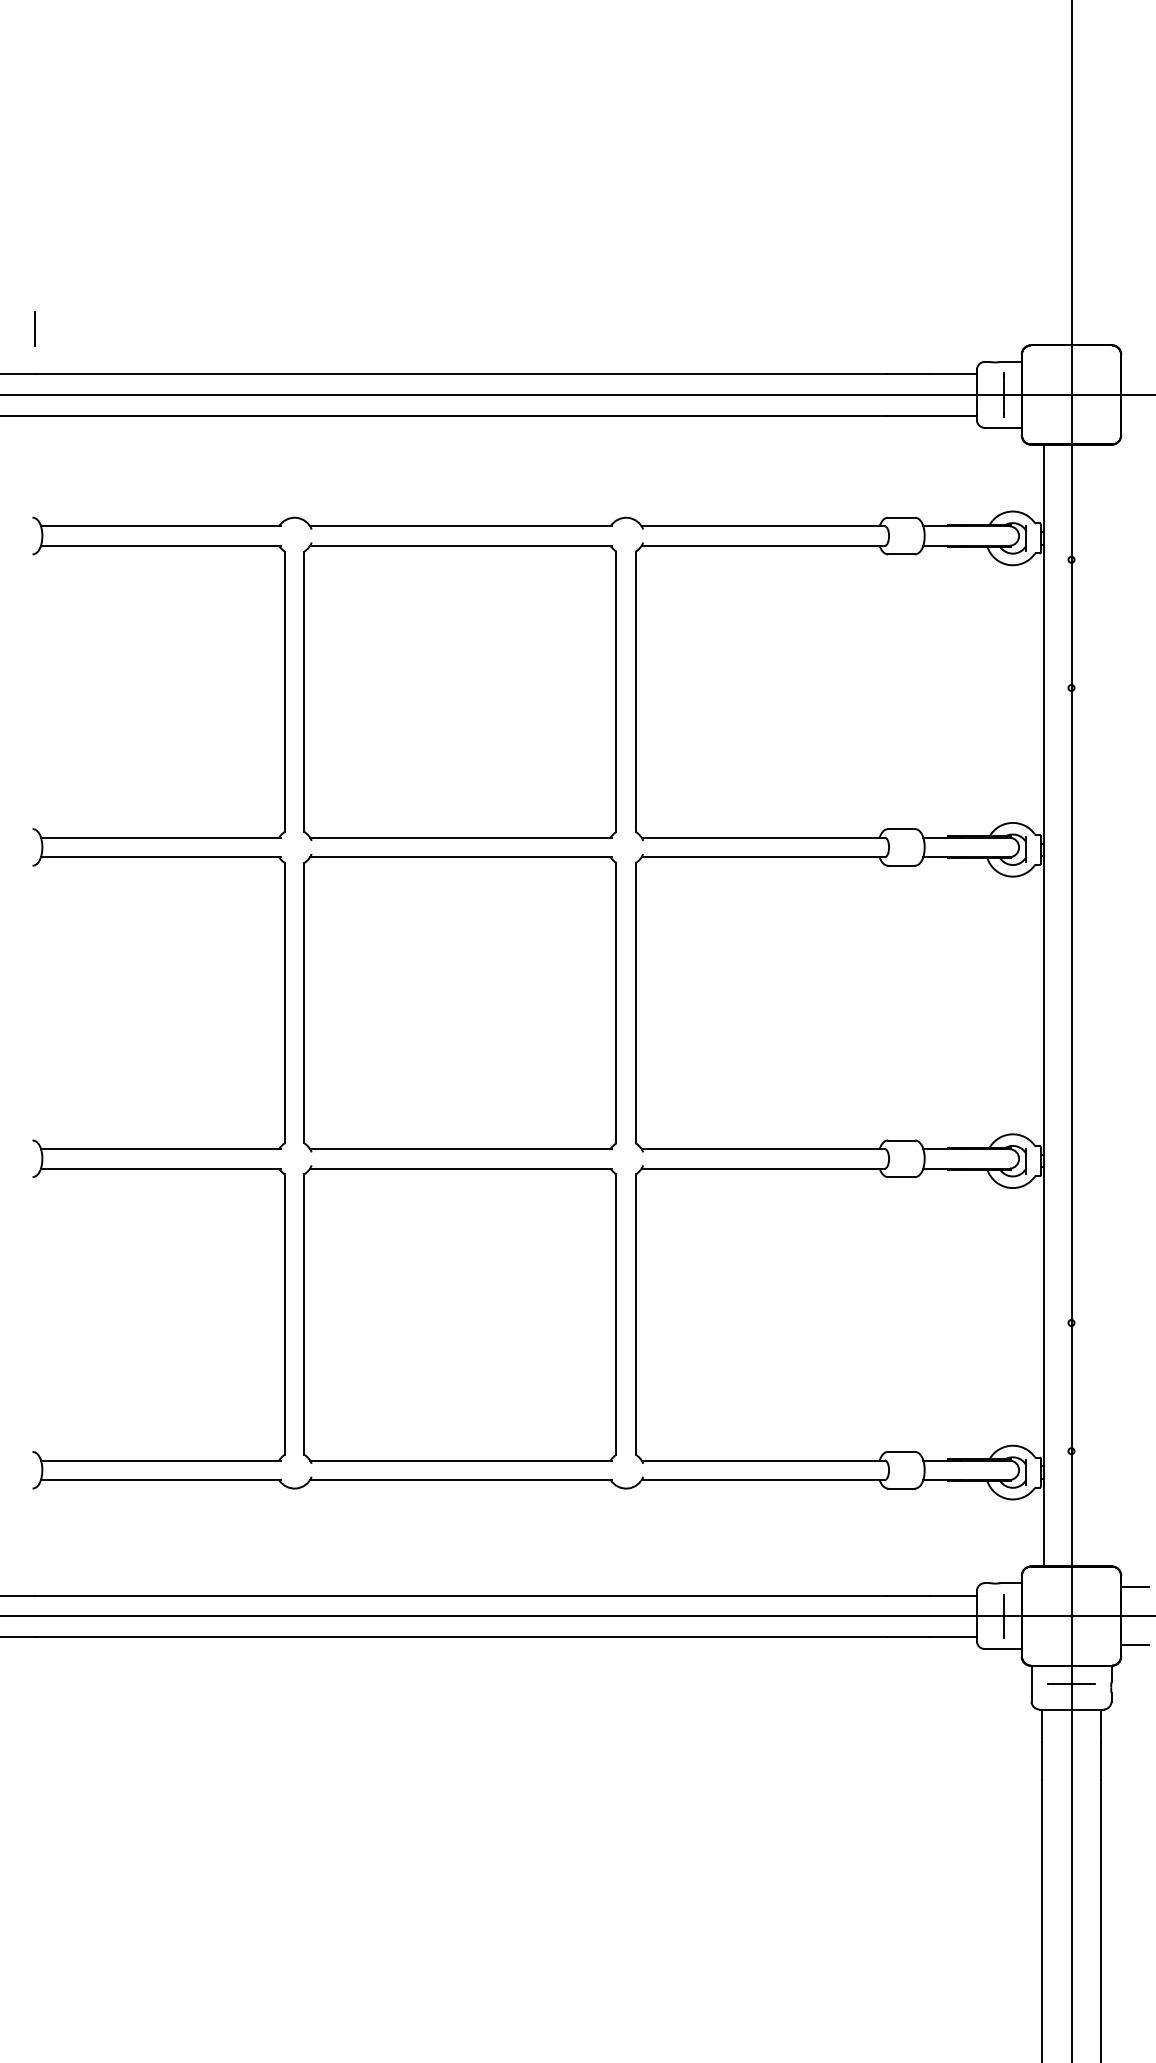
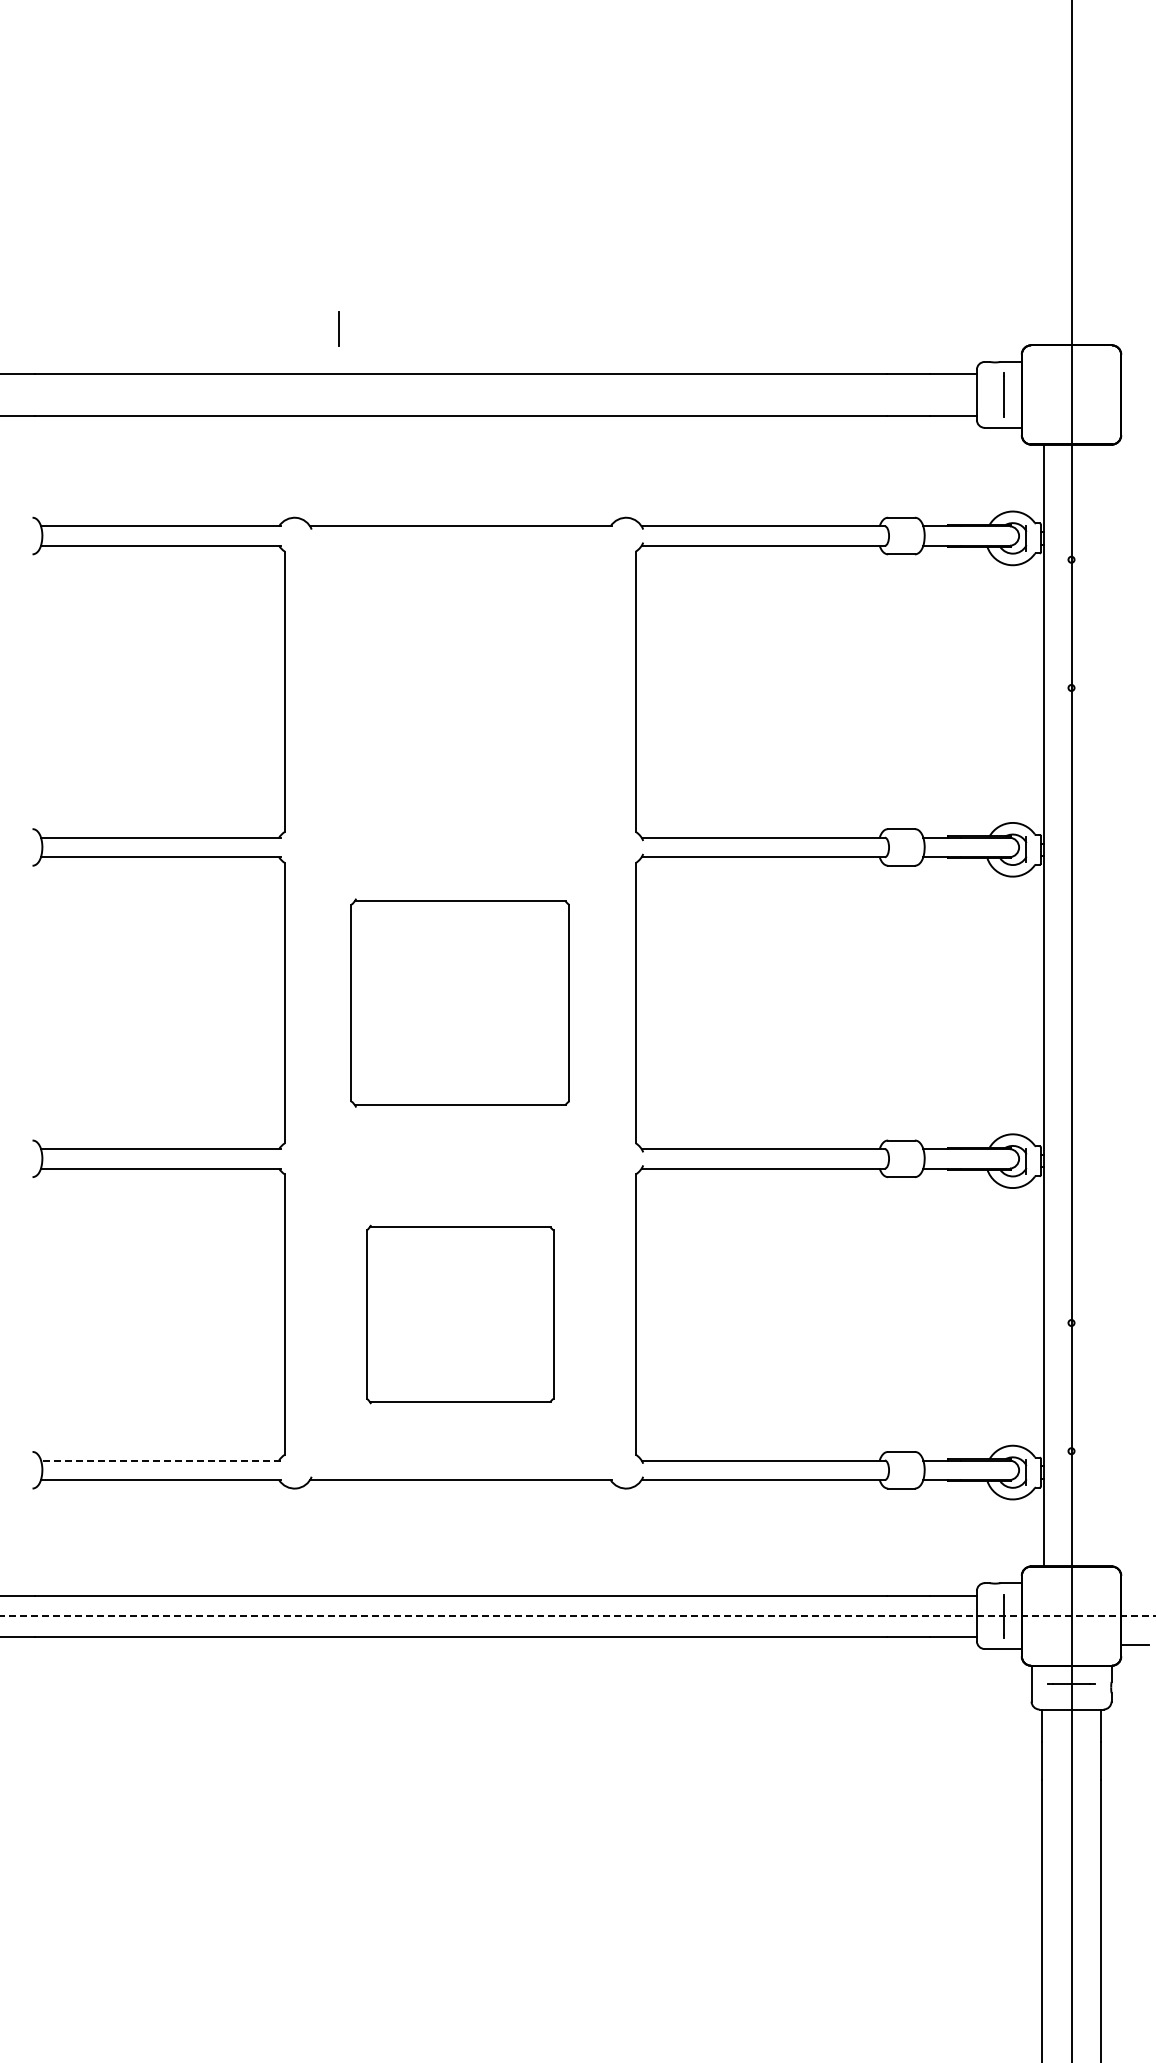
line at (34, 328) position: (34, 328) -> (338, 328)
line at (577, 394): present -> none
part at (459, 691): present -> none
part at (459, 1002) size: 314x300 px -> 220x210 px
part at (459, 1314) size: 314x299 px -> 189x181 px
line at (160, 1460): solid -> dashed
line at (1135, 1587): present -> none
line at (578, 1616): solid -> dashed
